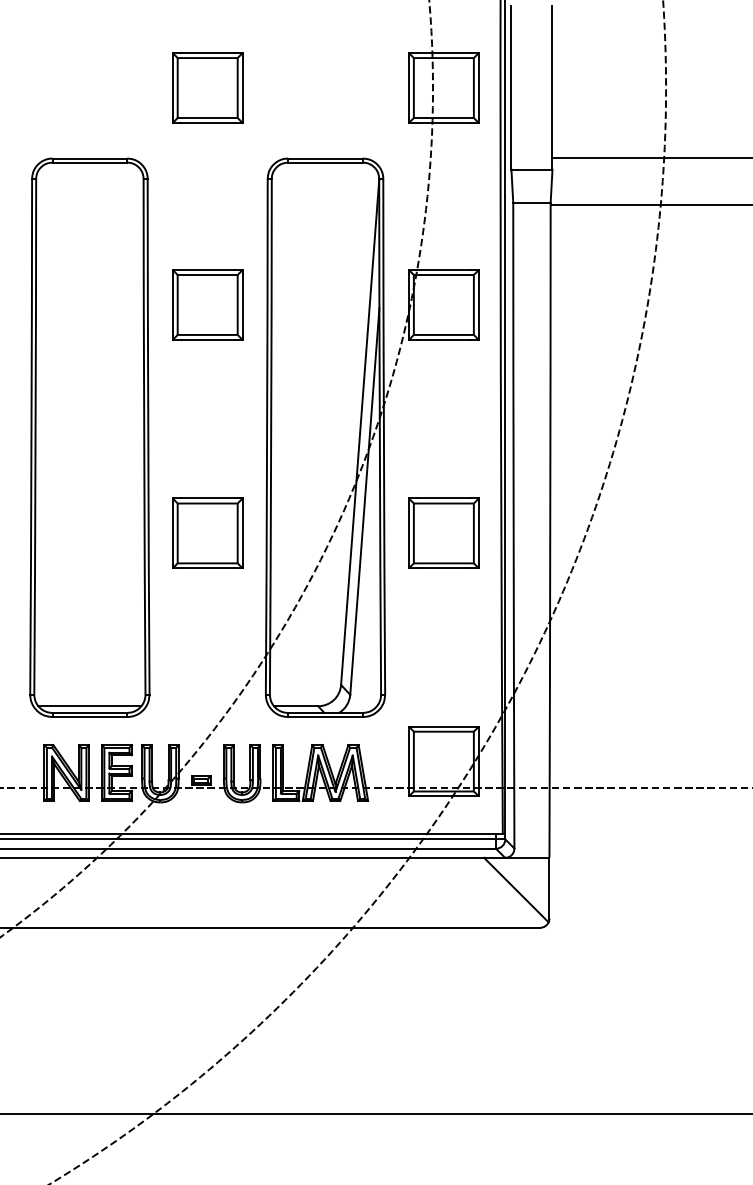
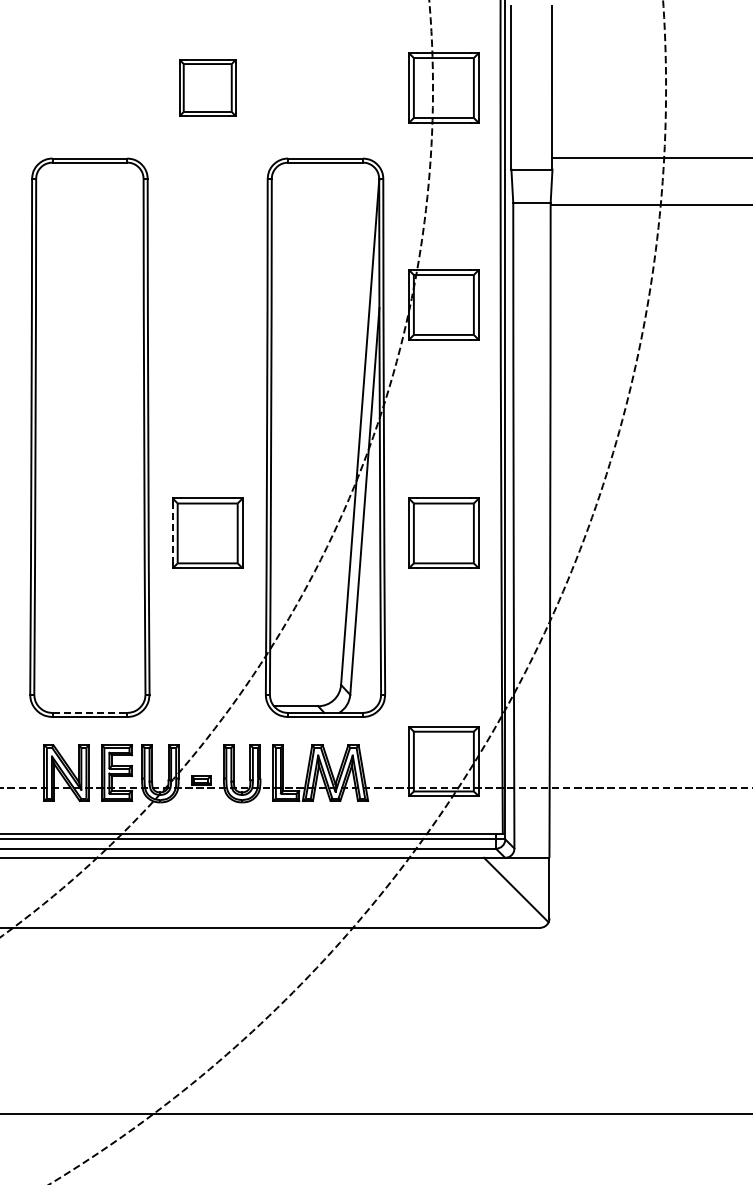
part at (207, 87) size: 72x72 px -> 58x58 px
part at (207, 304): present -> none
line at (172, 533): solid -> dashed
line at (89, 706): present -> none
line at (90, 712): solid -> dashed
